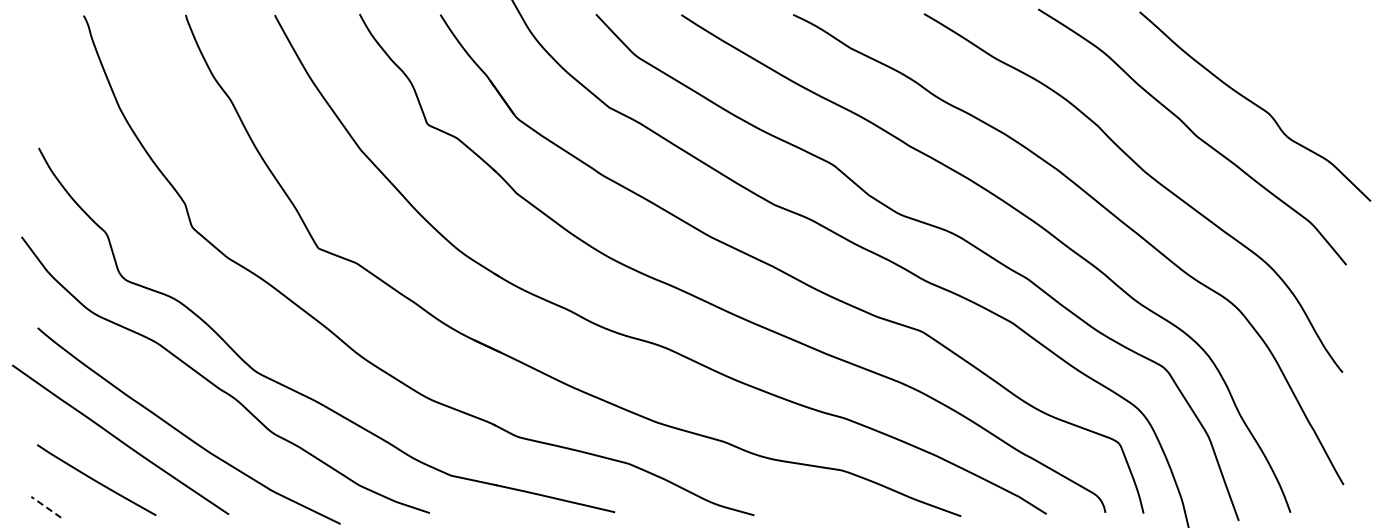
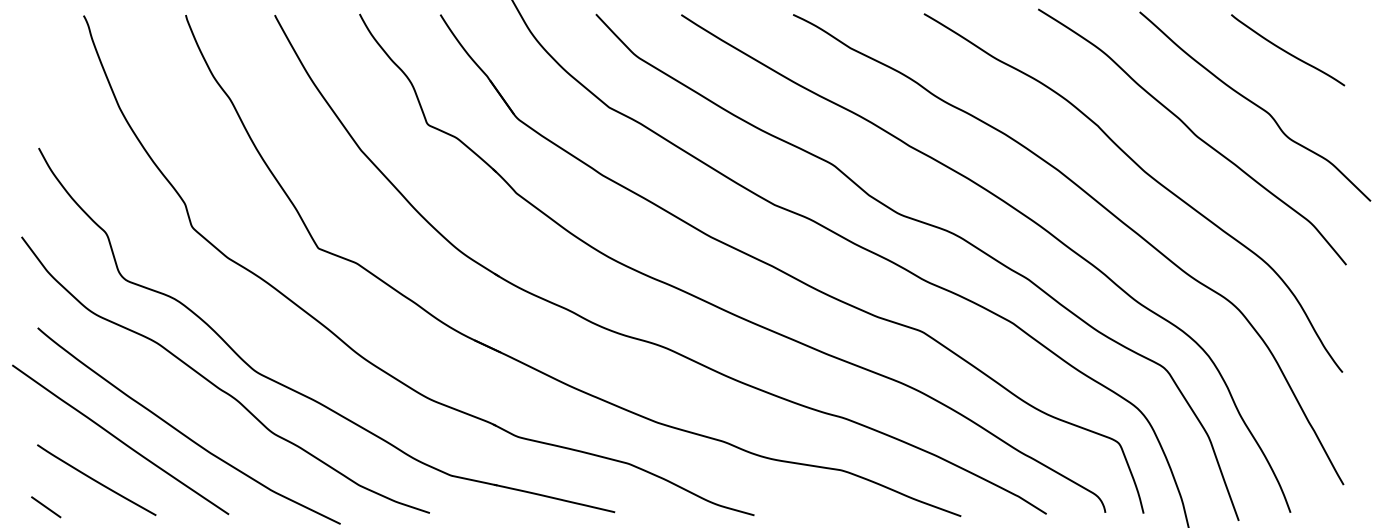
curve at (1287, 51): none -> present
line at (45, 506): dashed -> solid
